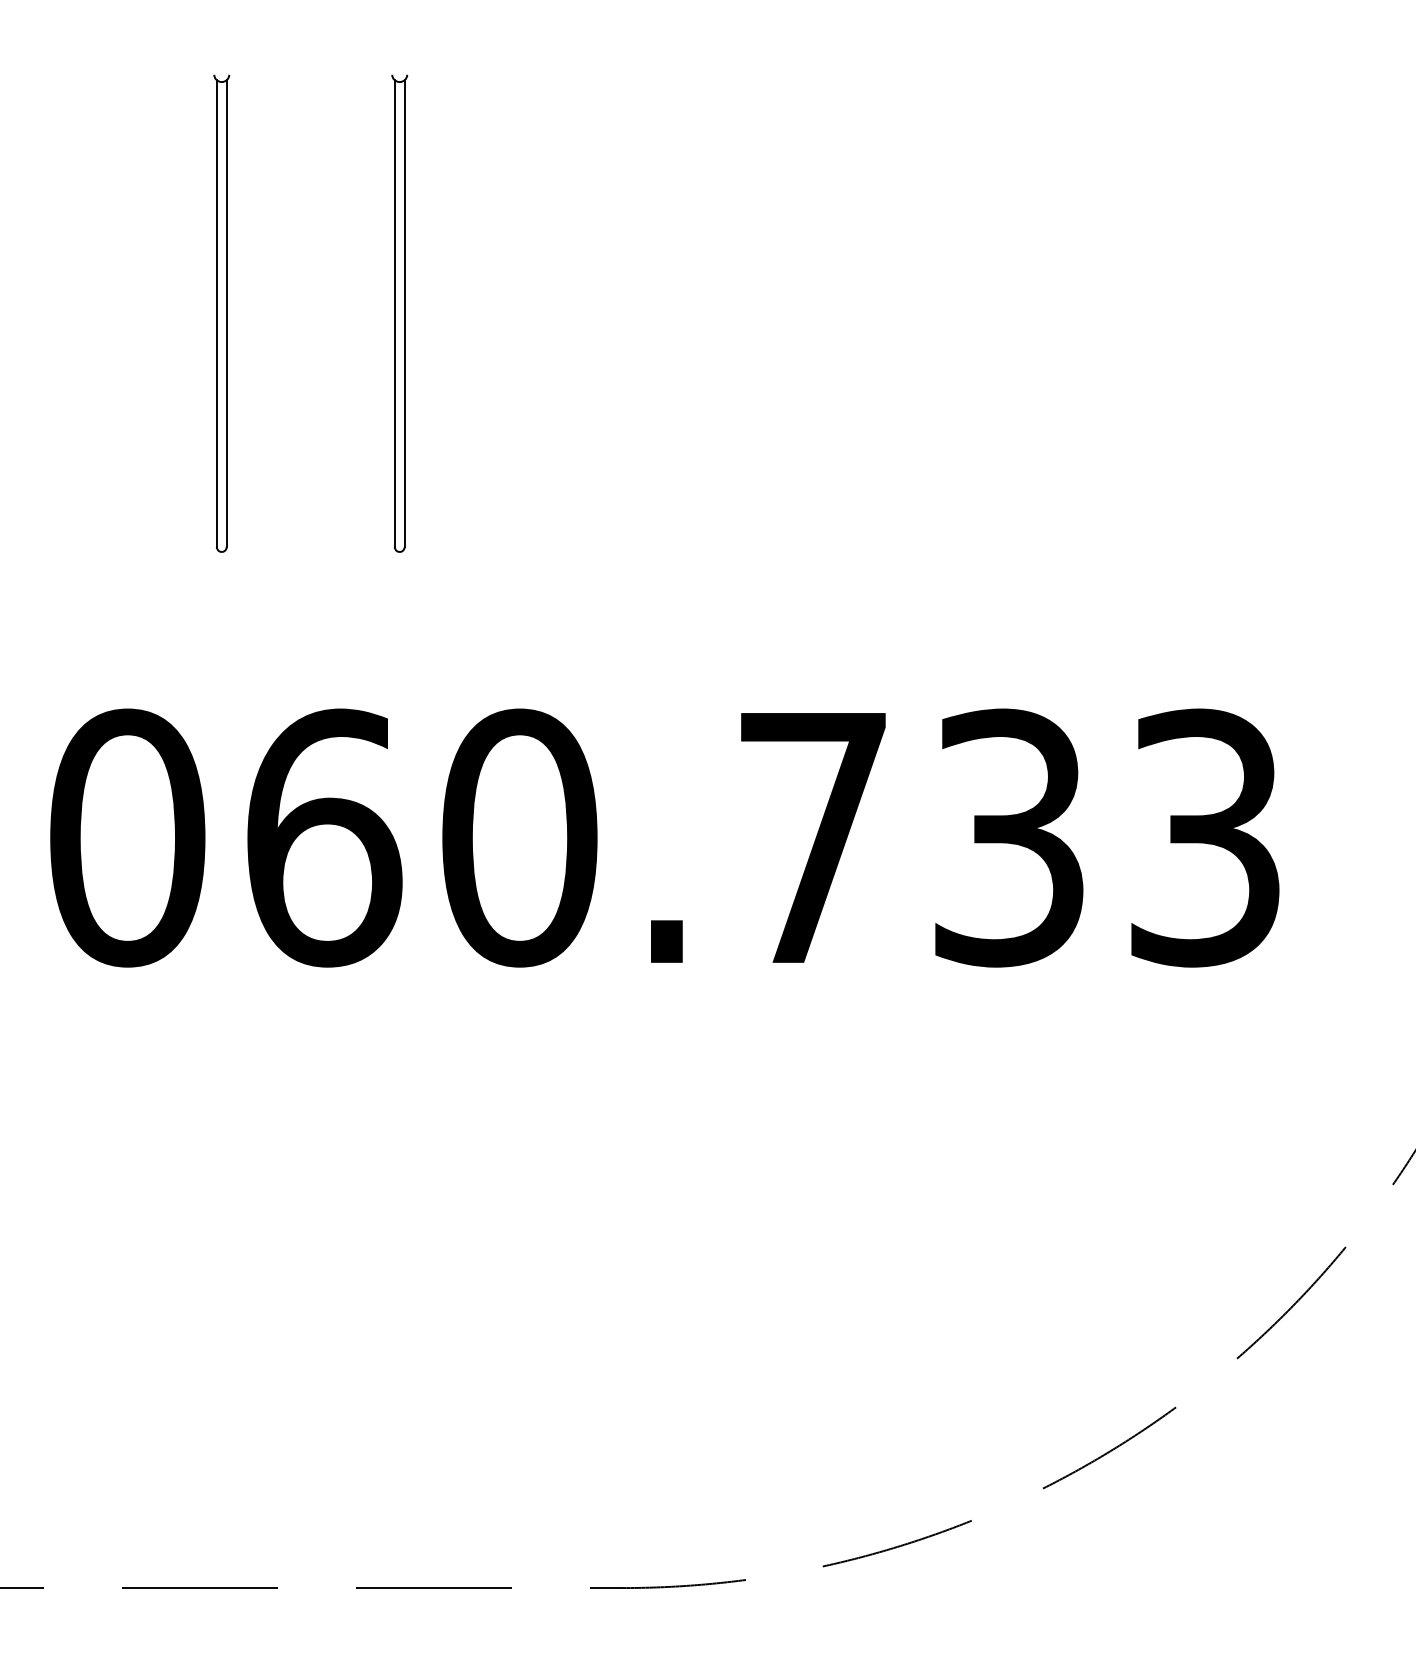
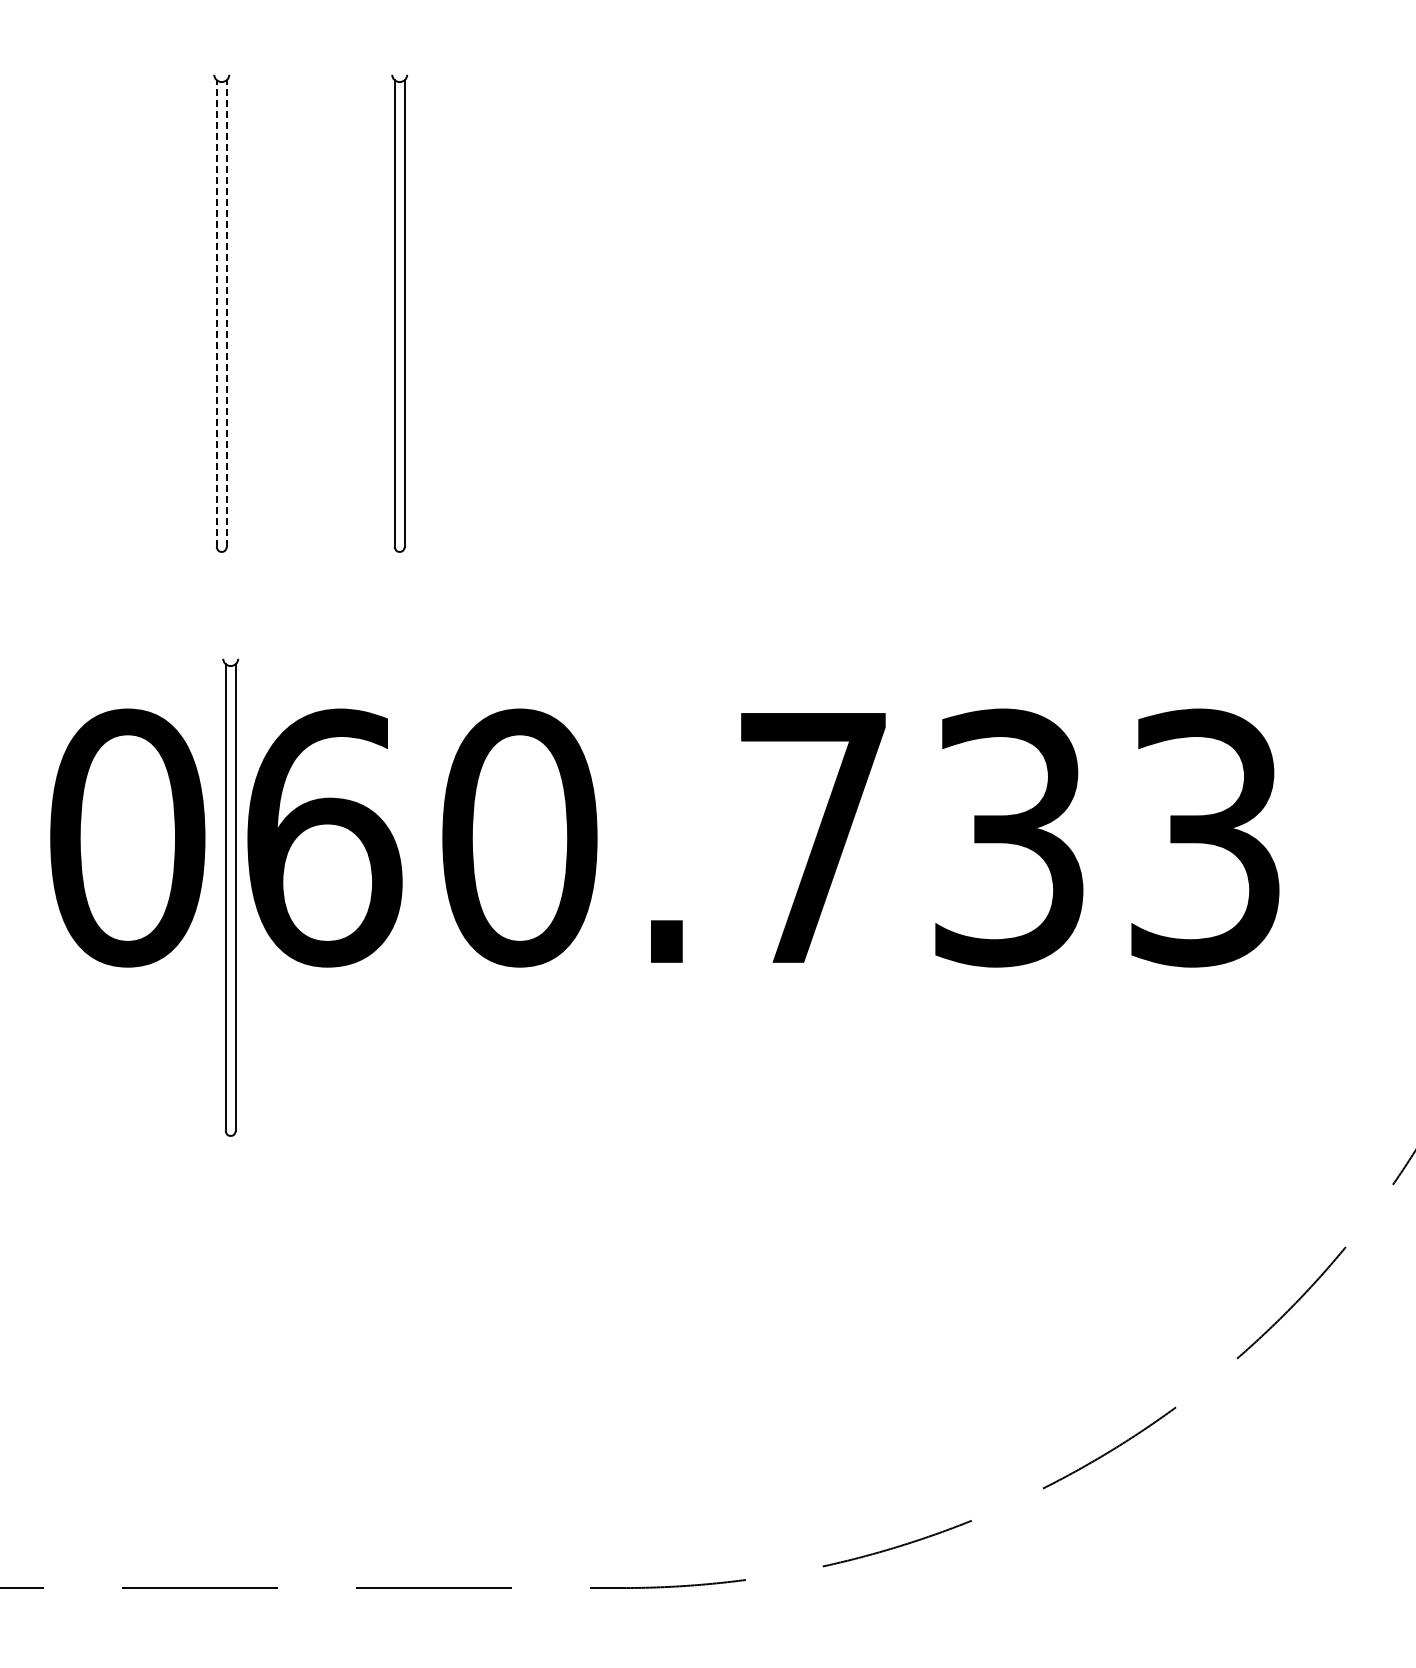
line at (216, 313): solid -> dashed
line at (226, 313): solid -> dashed
part at (230, 897): none -> present
